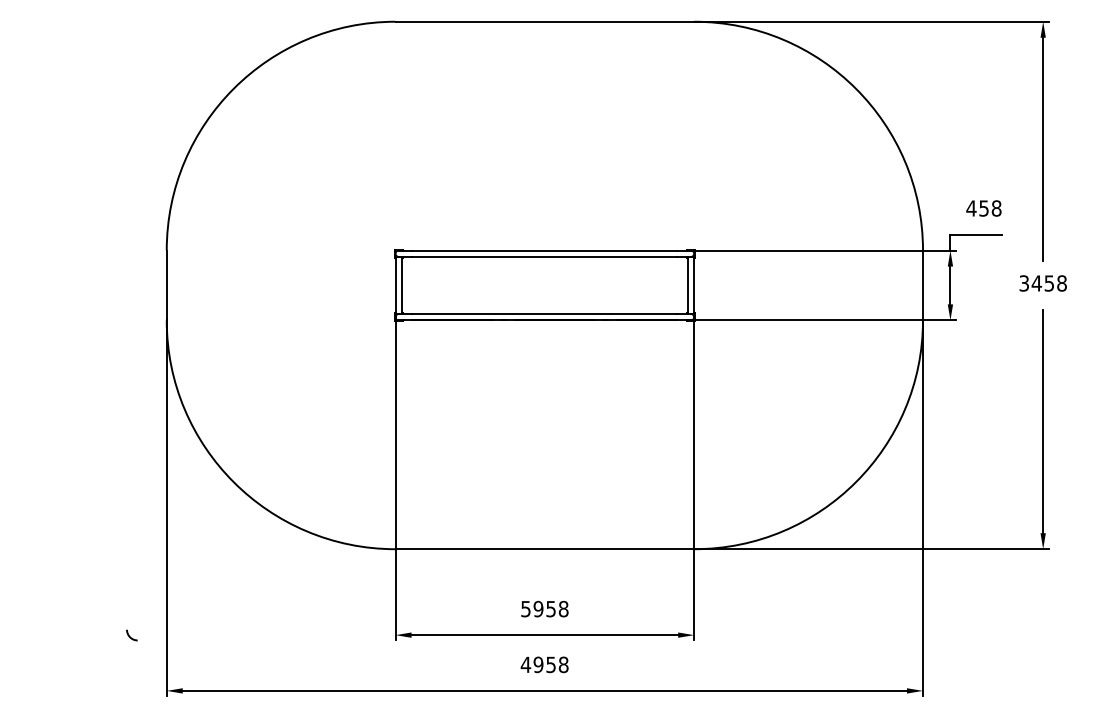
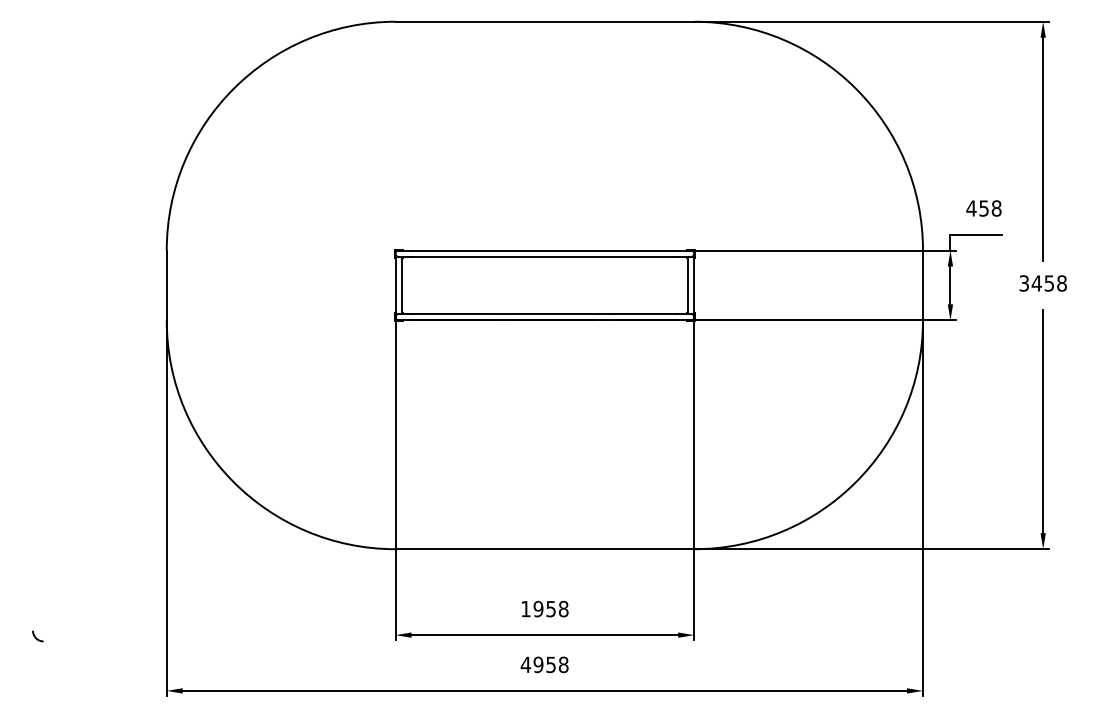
text at (525, 609): 5958 -> 1958
arc at (130, 636) position: (130, 636) -> (36, 637)
